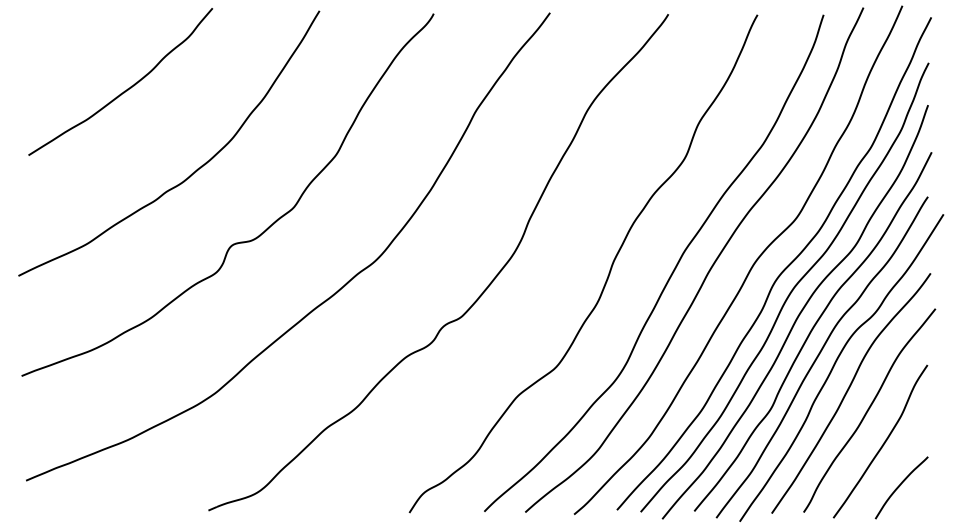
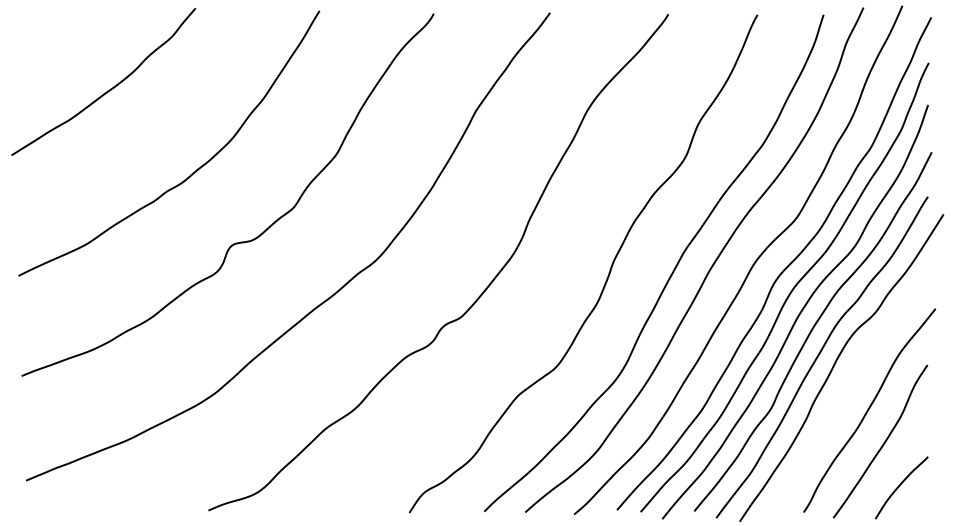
curve at (124, 90) position: (124, 90) -> (107, 90)
curve at (848, 391): present -> none
